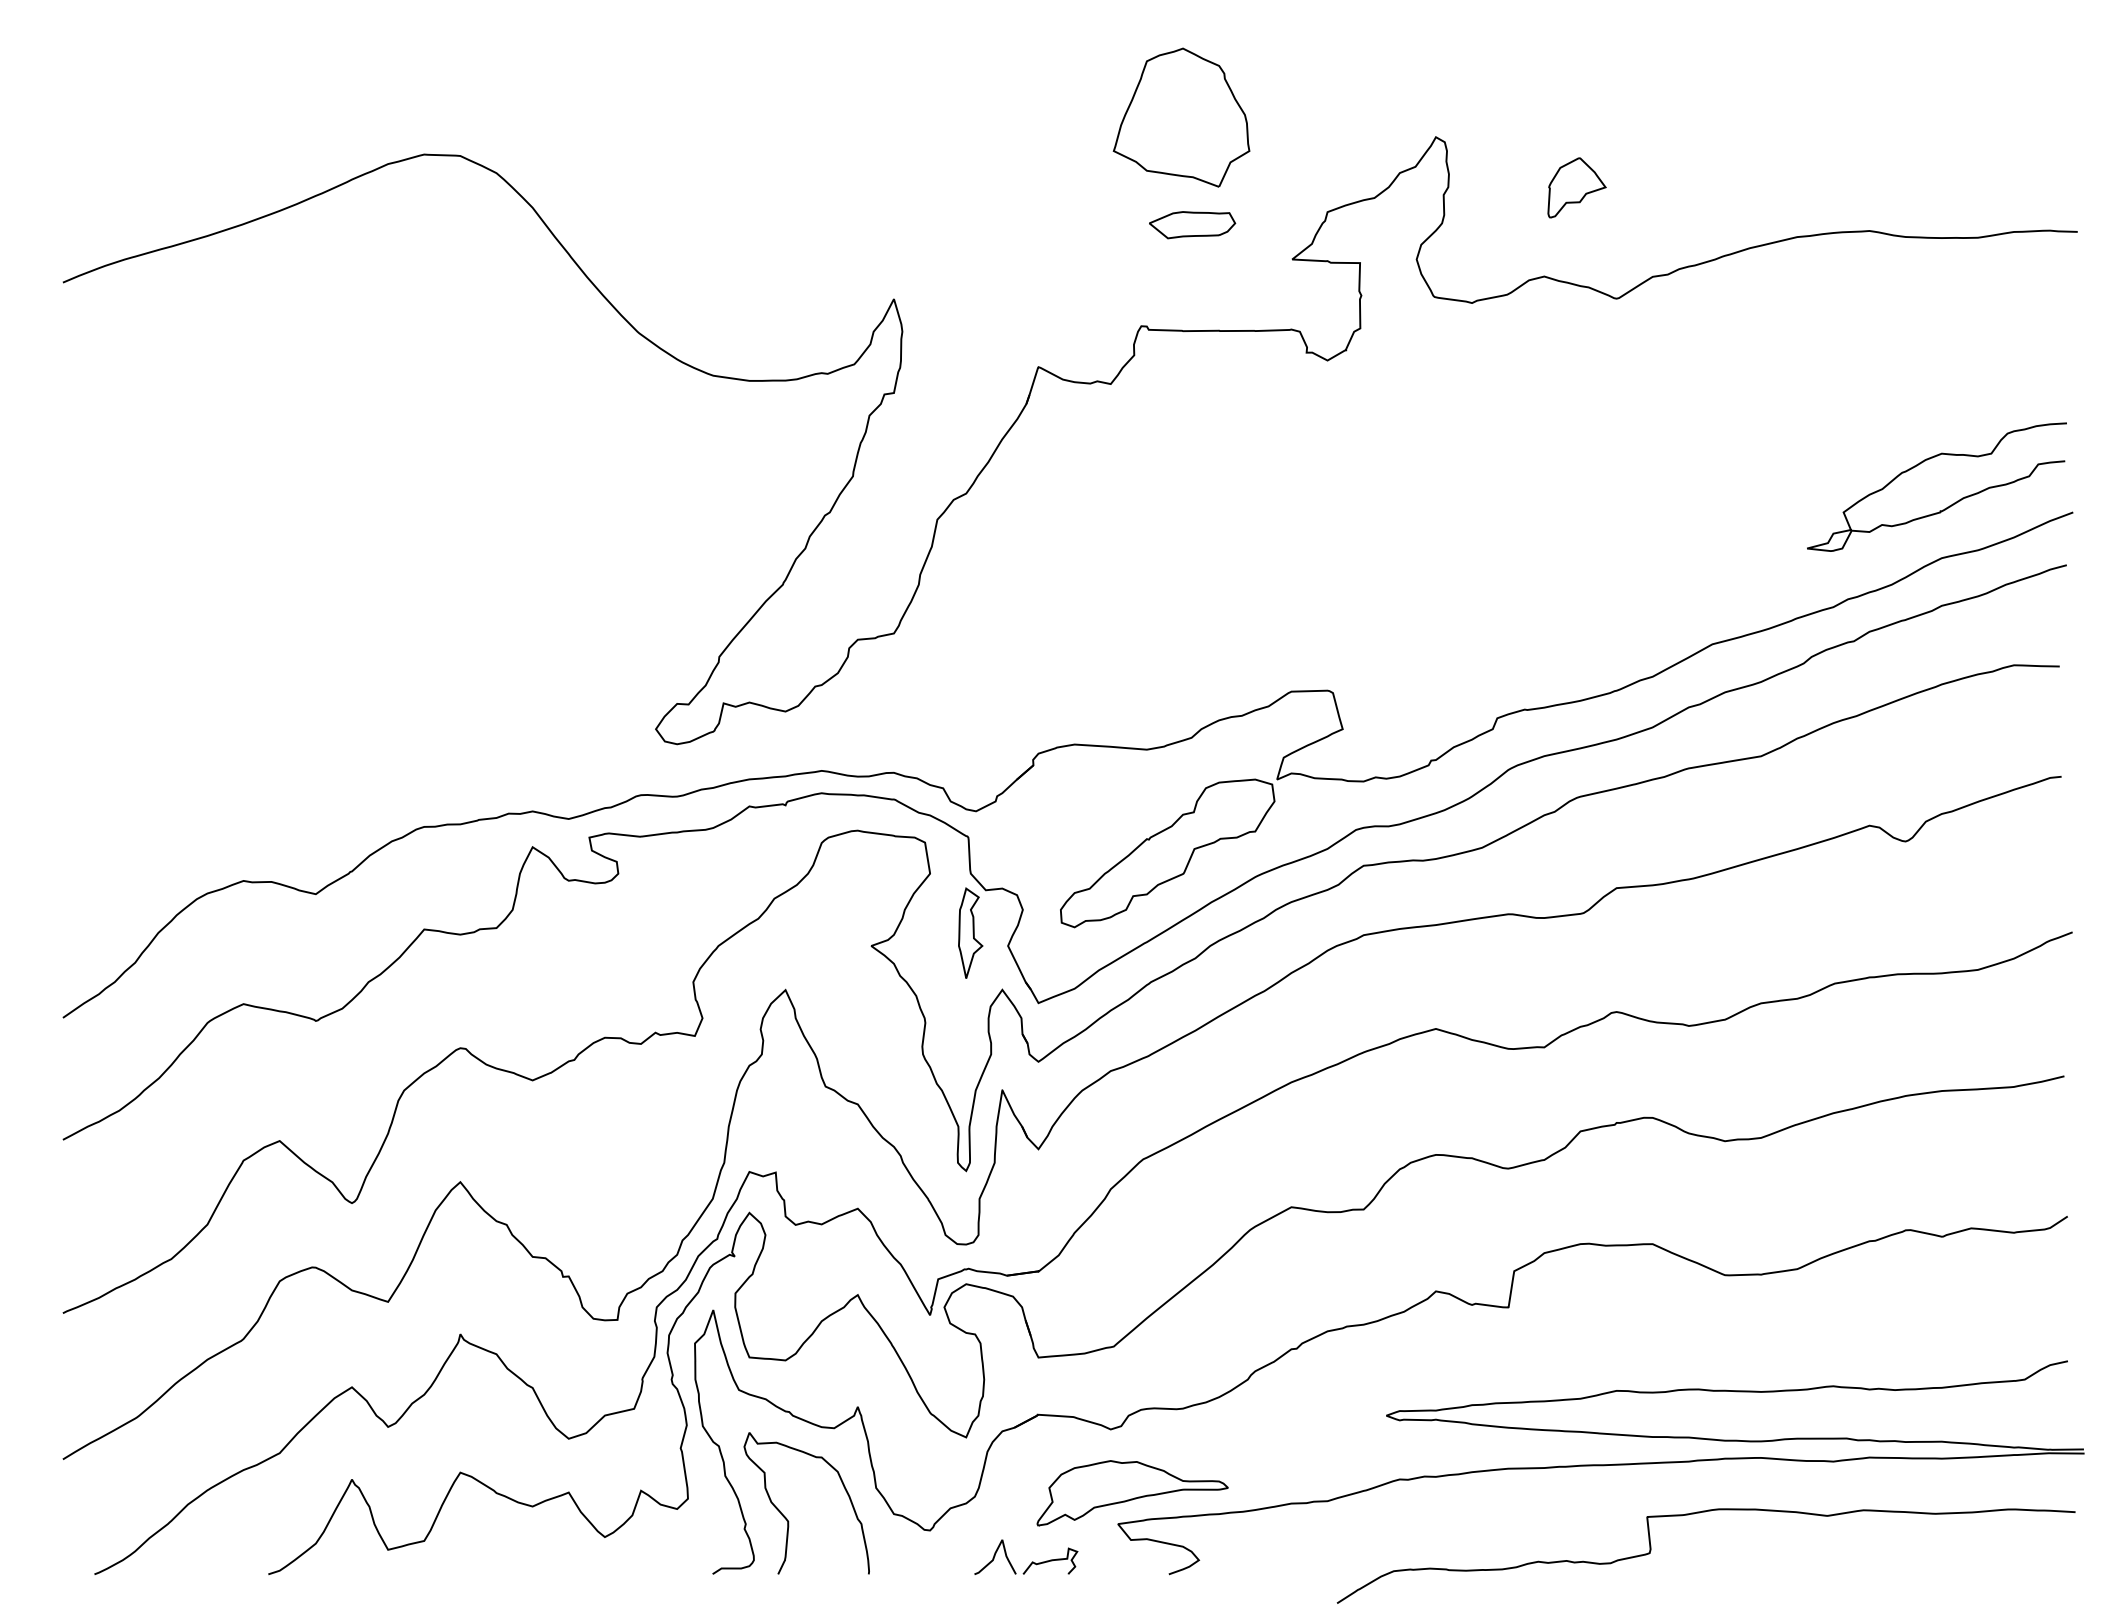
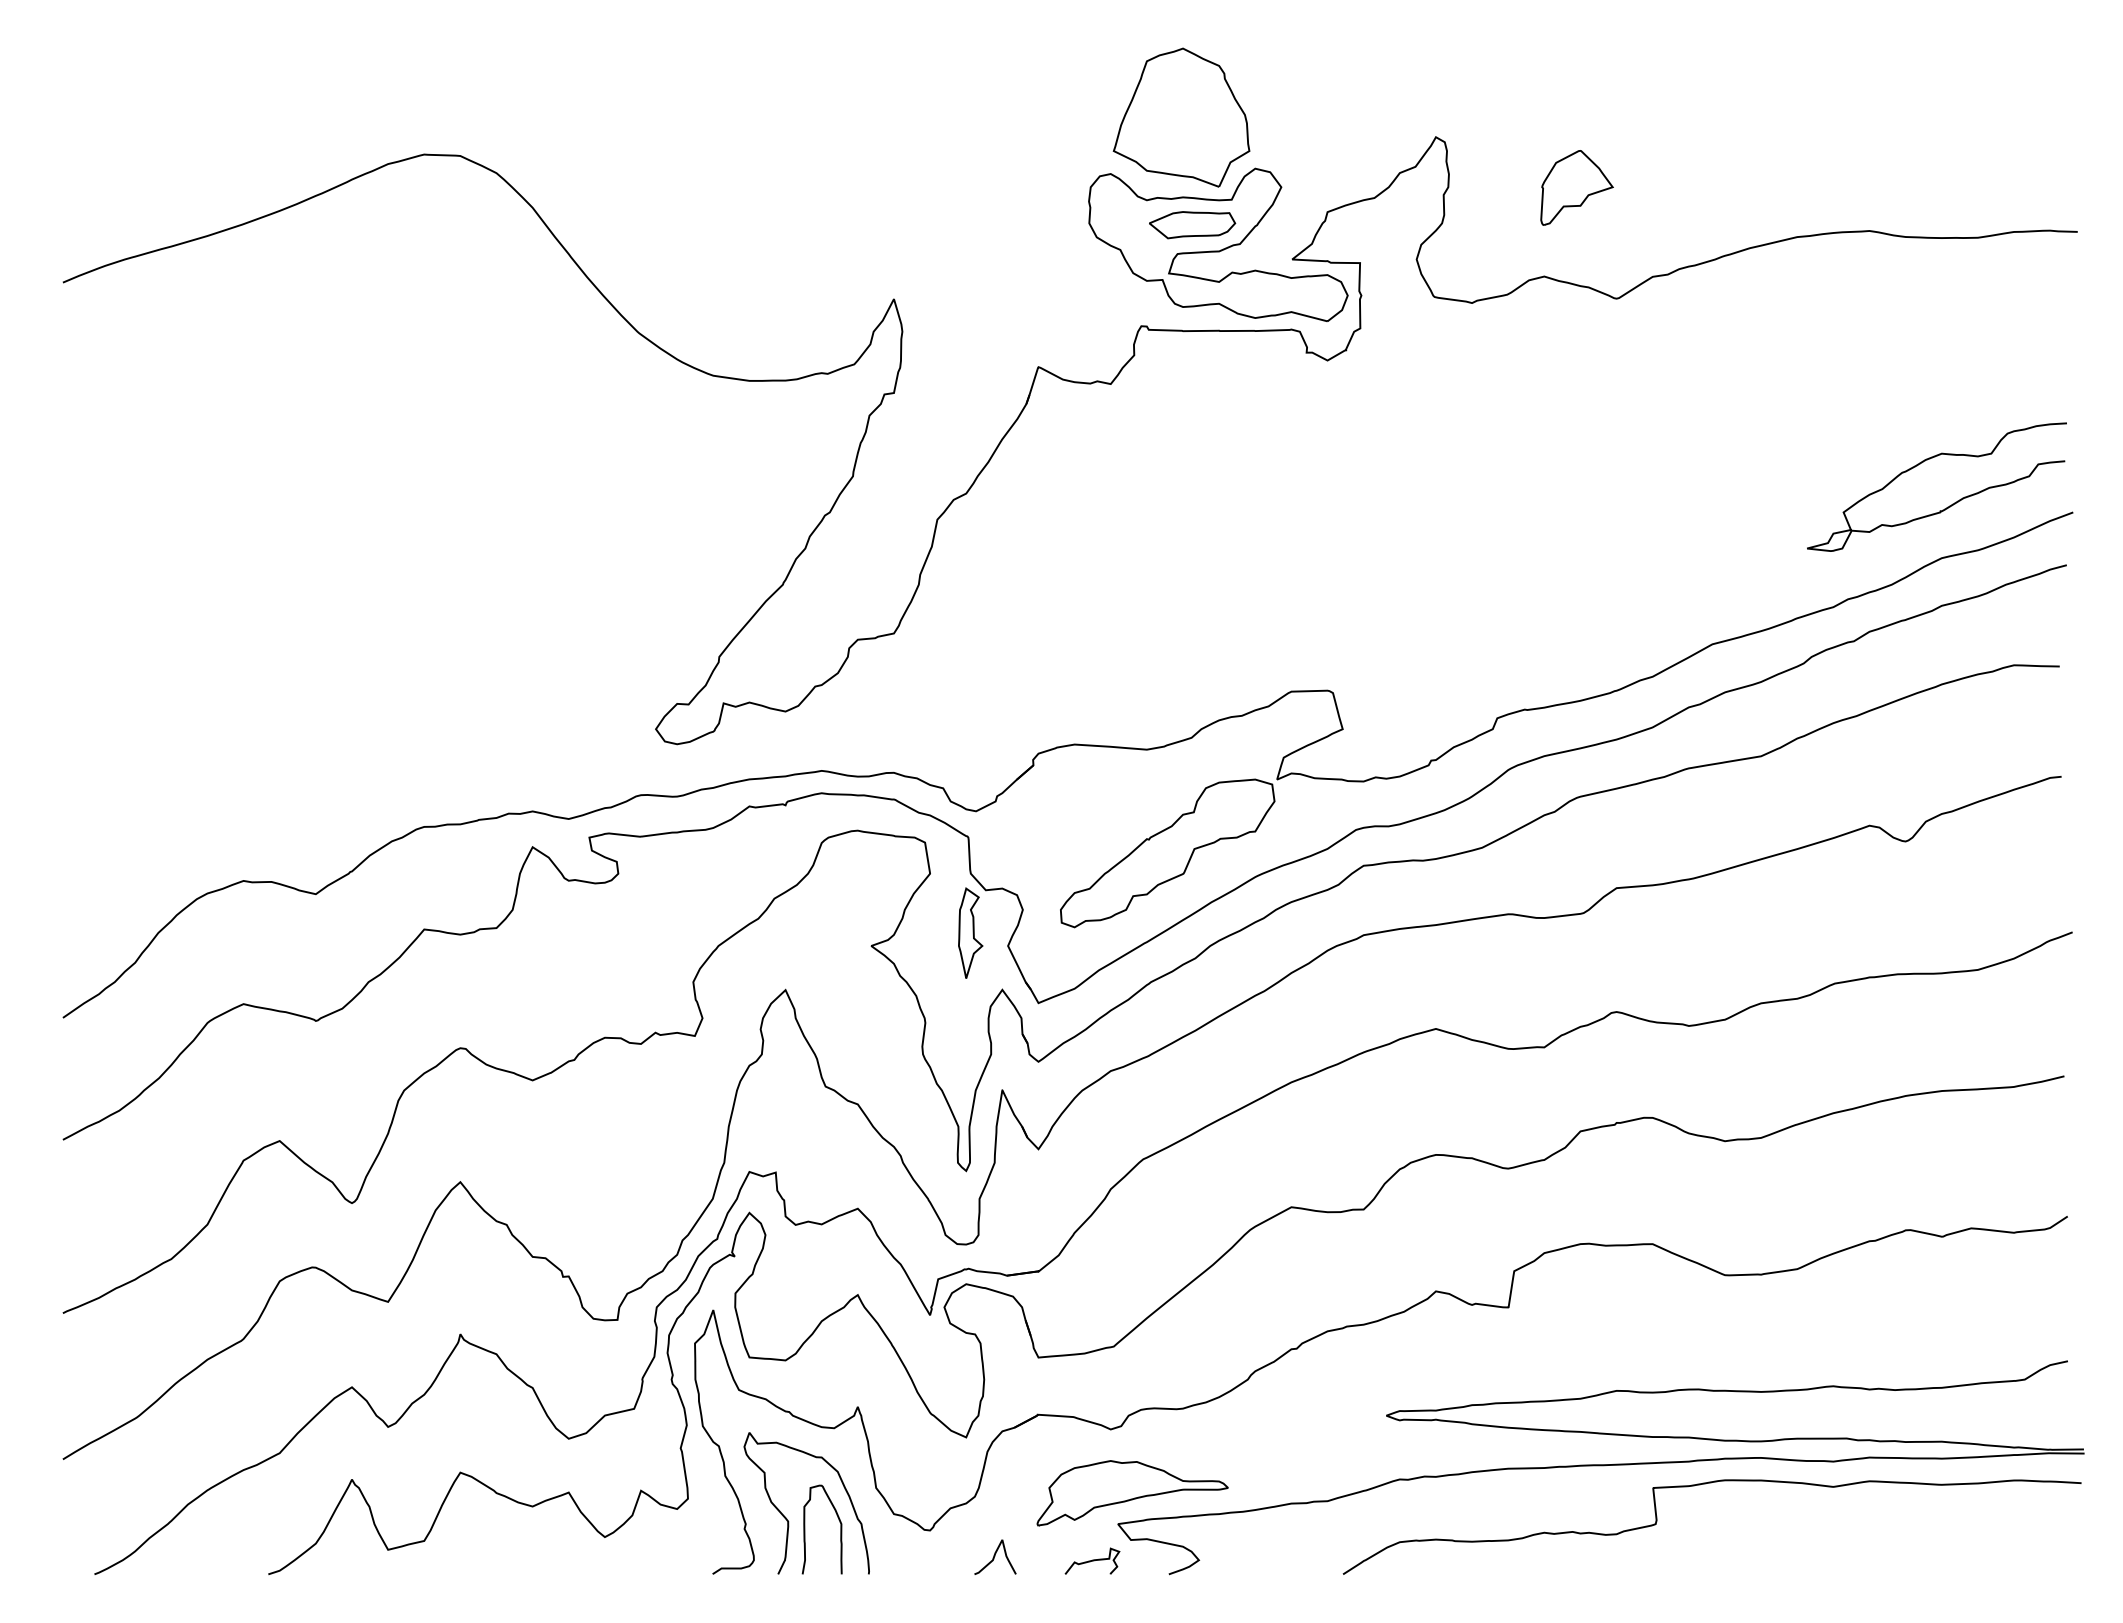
part at (1576, 187) size: 60x62 px -> 74x76 px
part at (1218, 244): none -> present
curve at (1699, 1513) position: (1699, 1513) -> (1705, 1484)
curve at (805, 1529): none -> present
curve at (1050, 1560) position: (1050, 1560) -> (1092, 1560)
